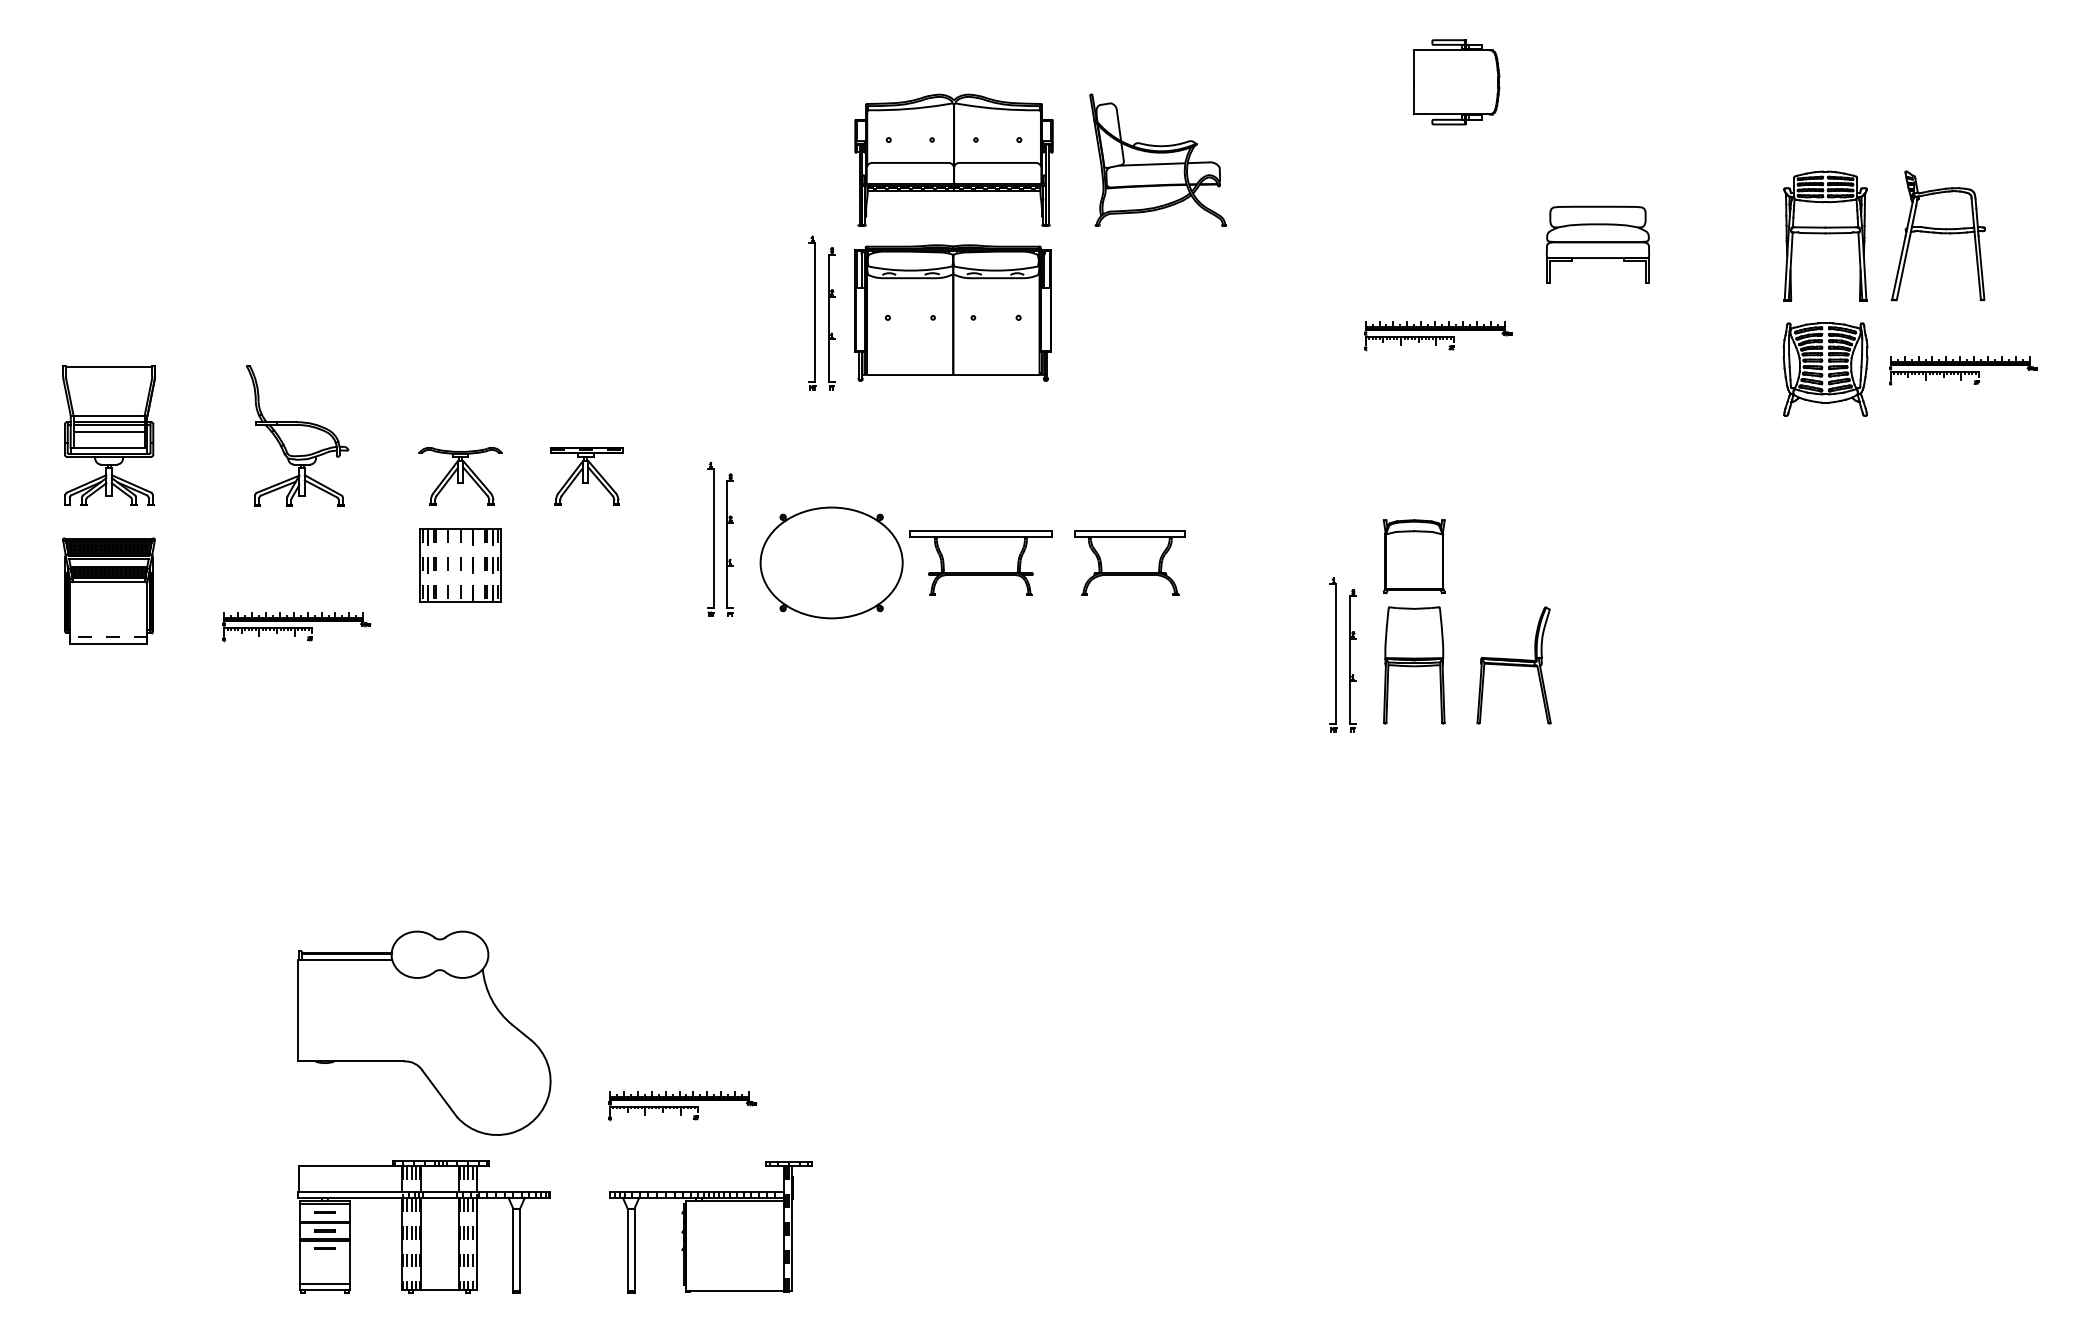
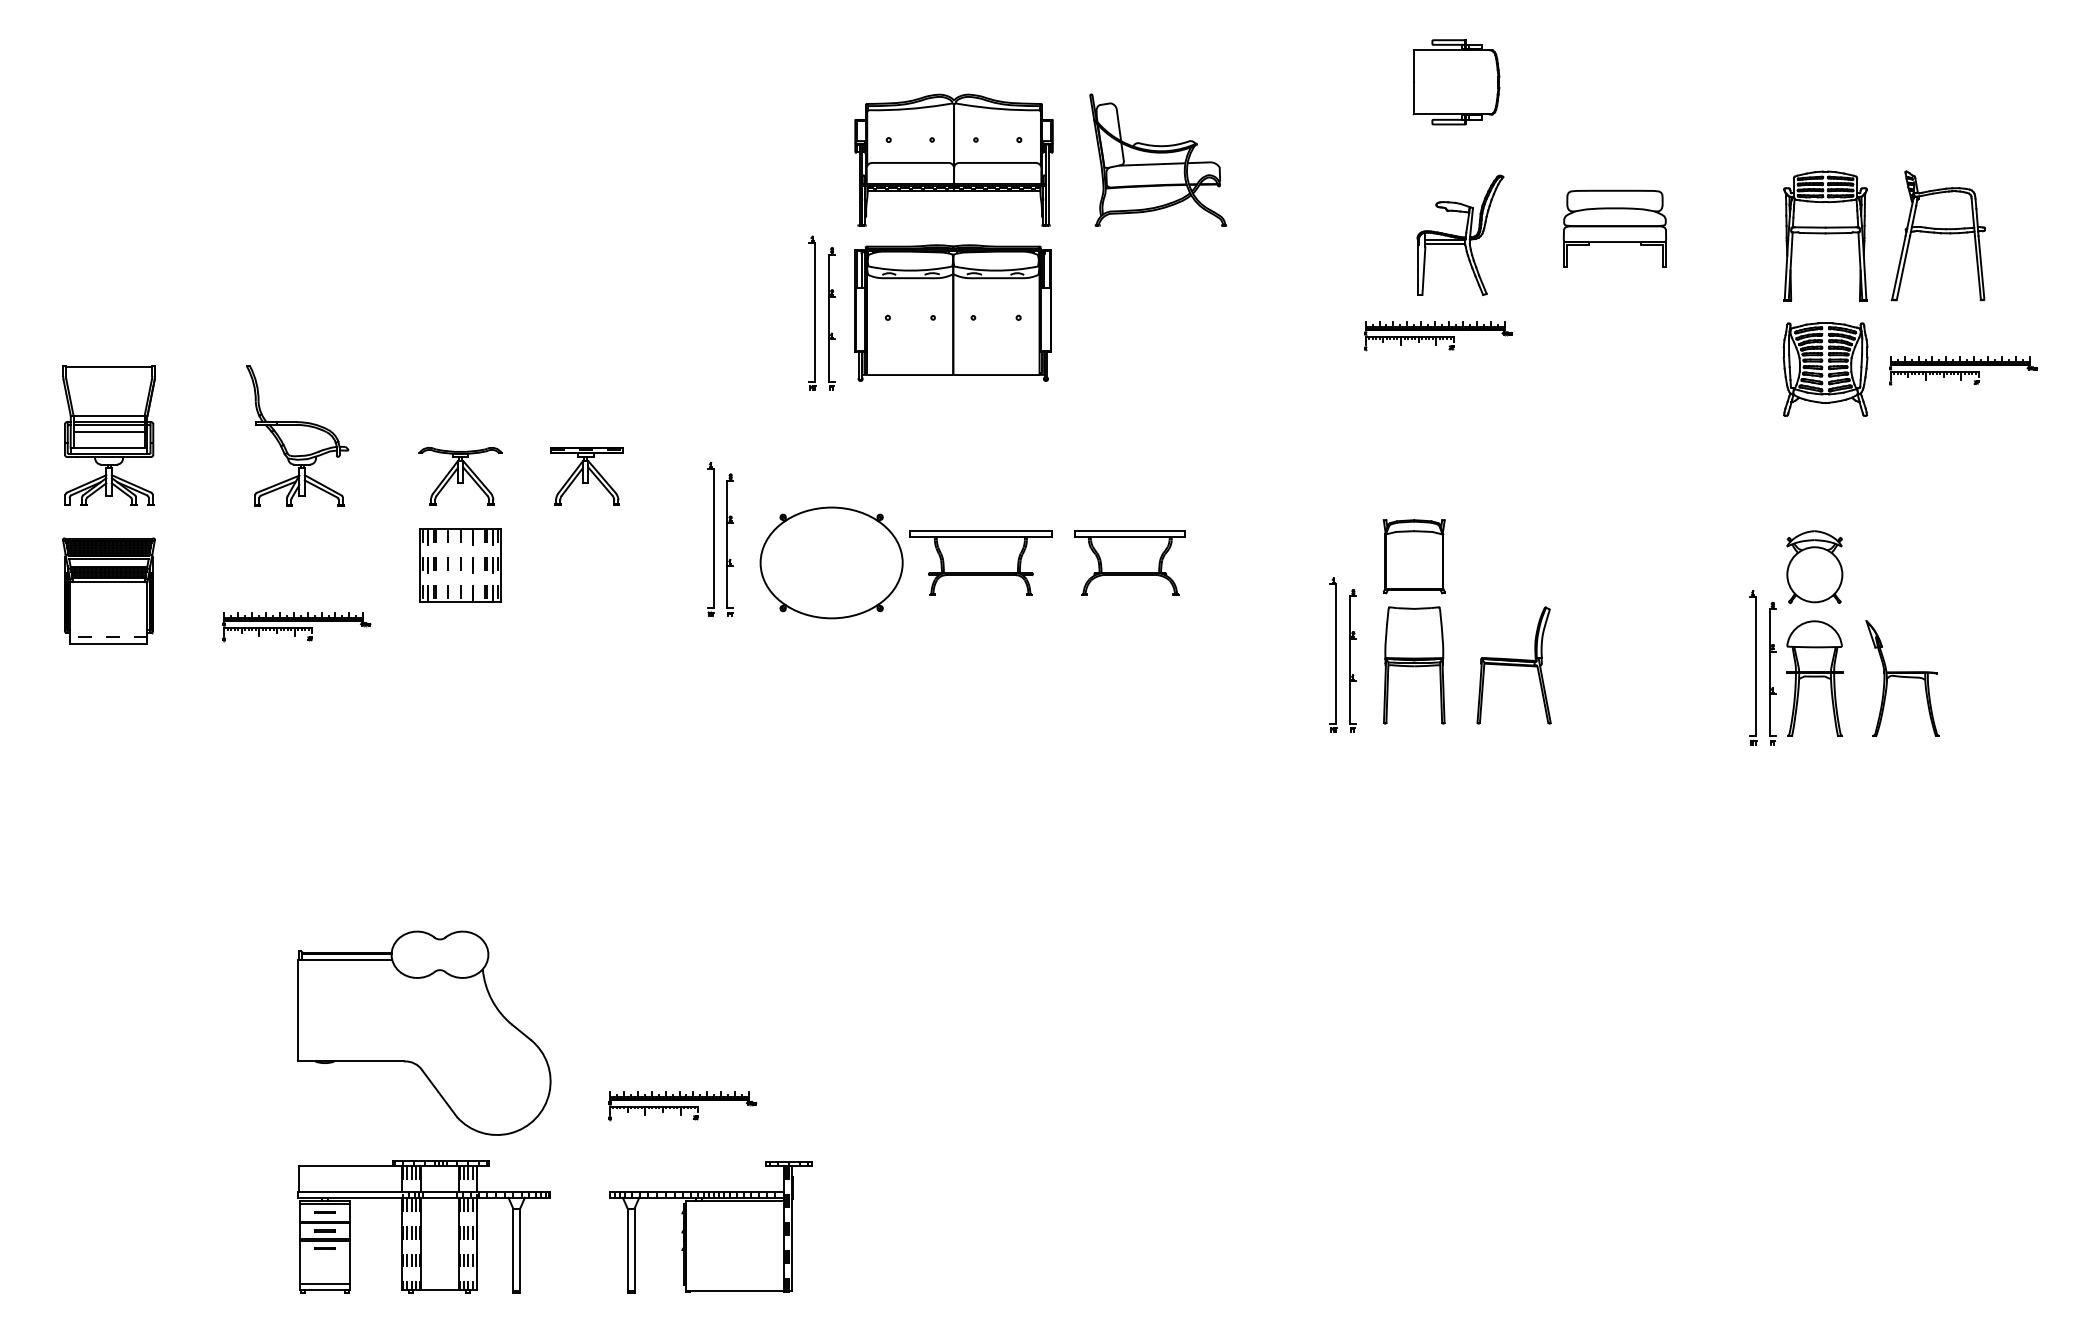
part at (1460, 234): none -> present
part at (1597, 244) position: (1597, 244) -> (1614, 228)
part at (1844, 637): none -> present
